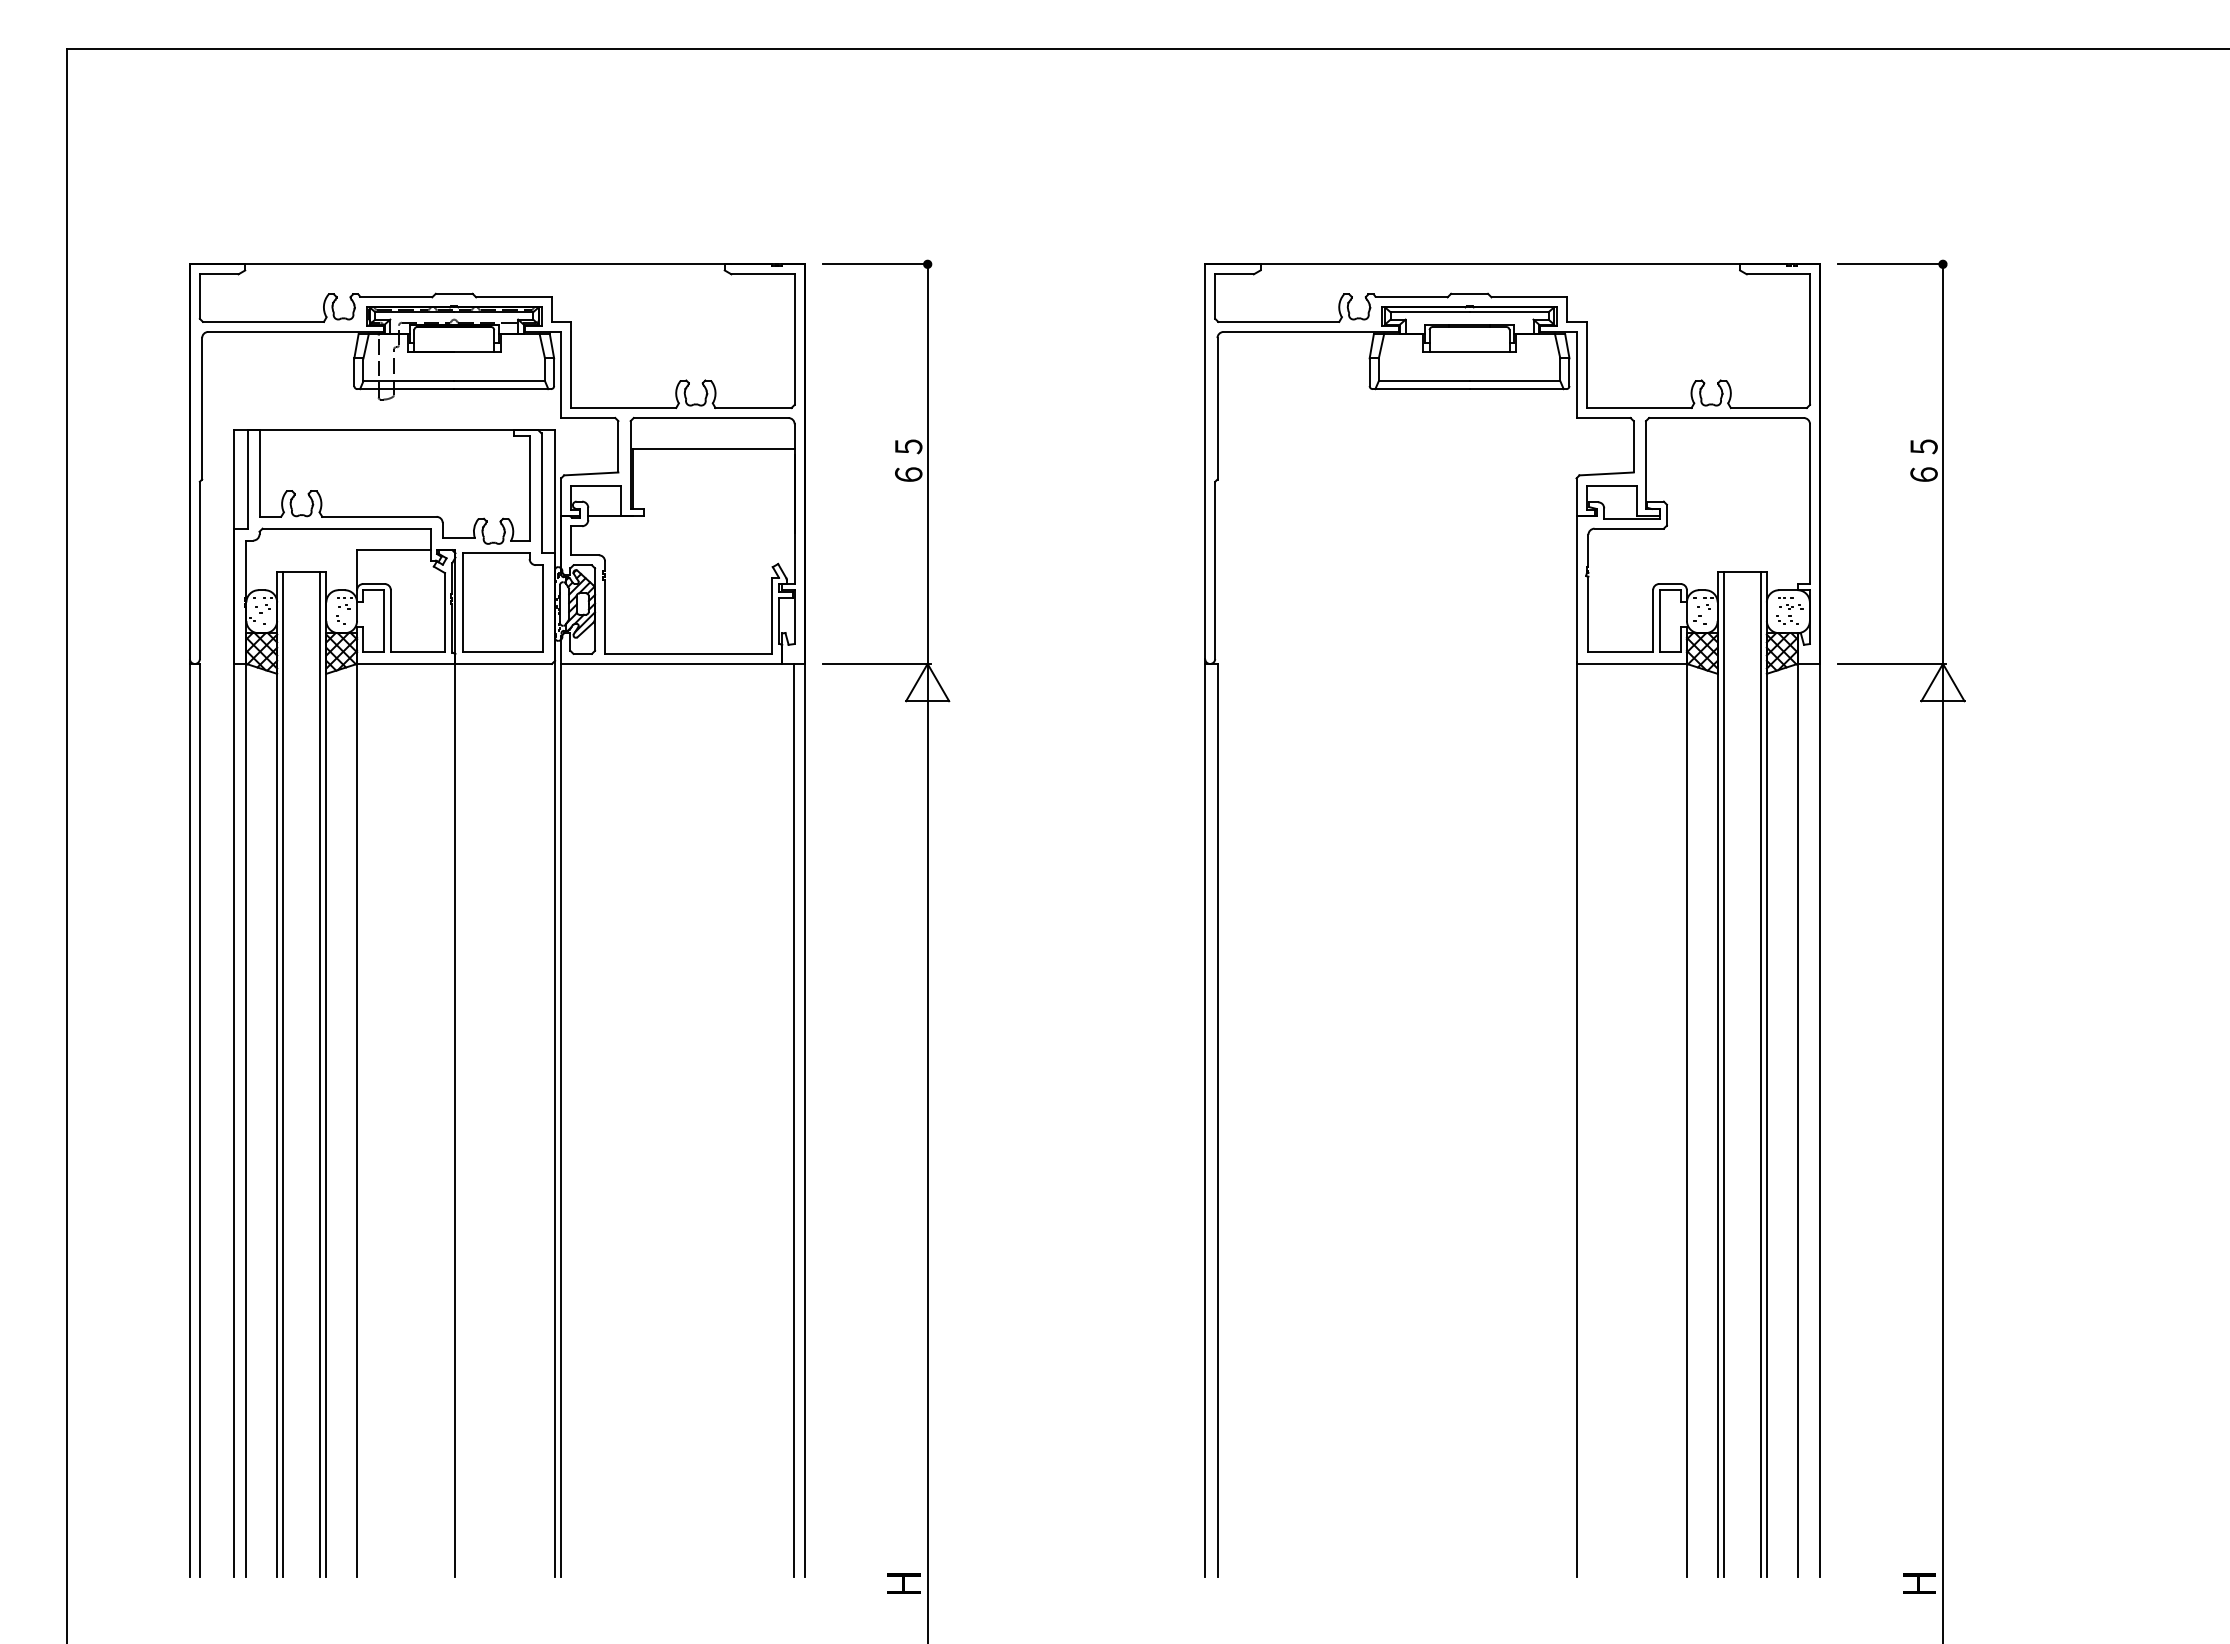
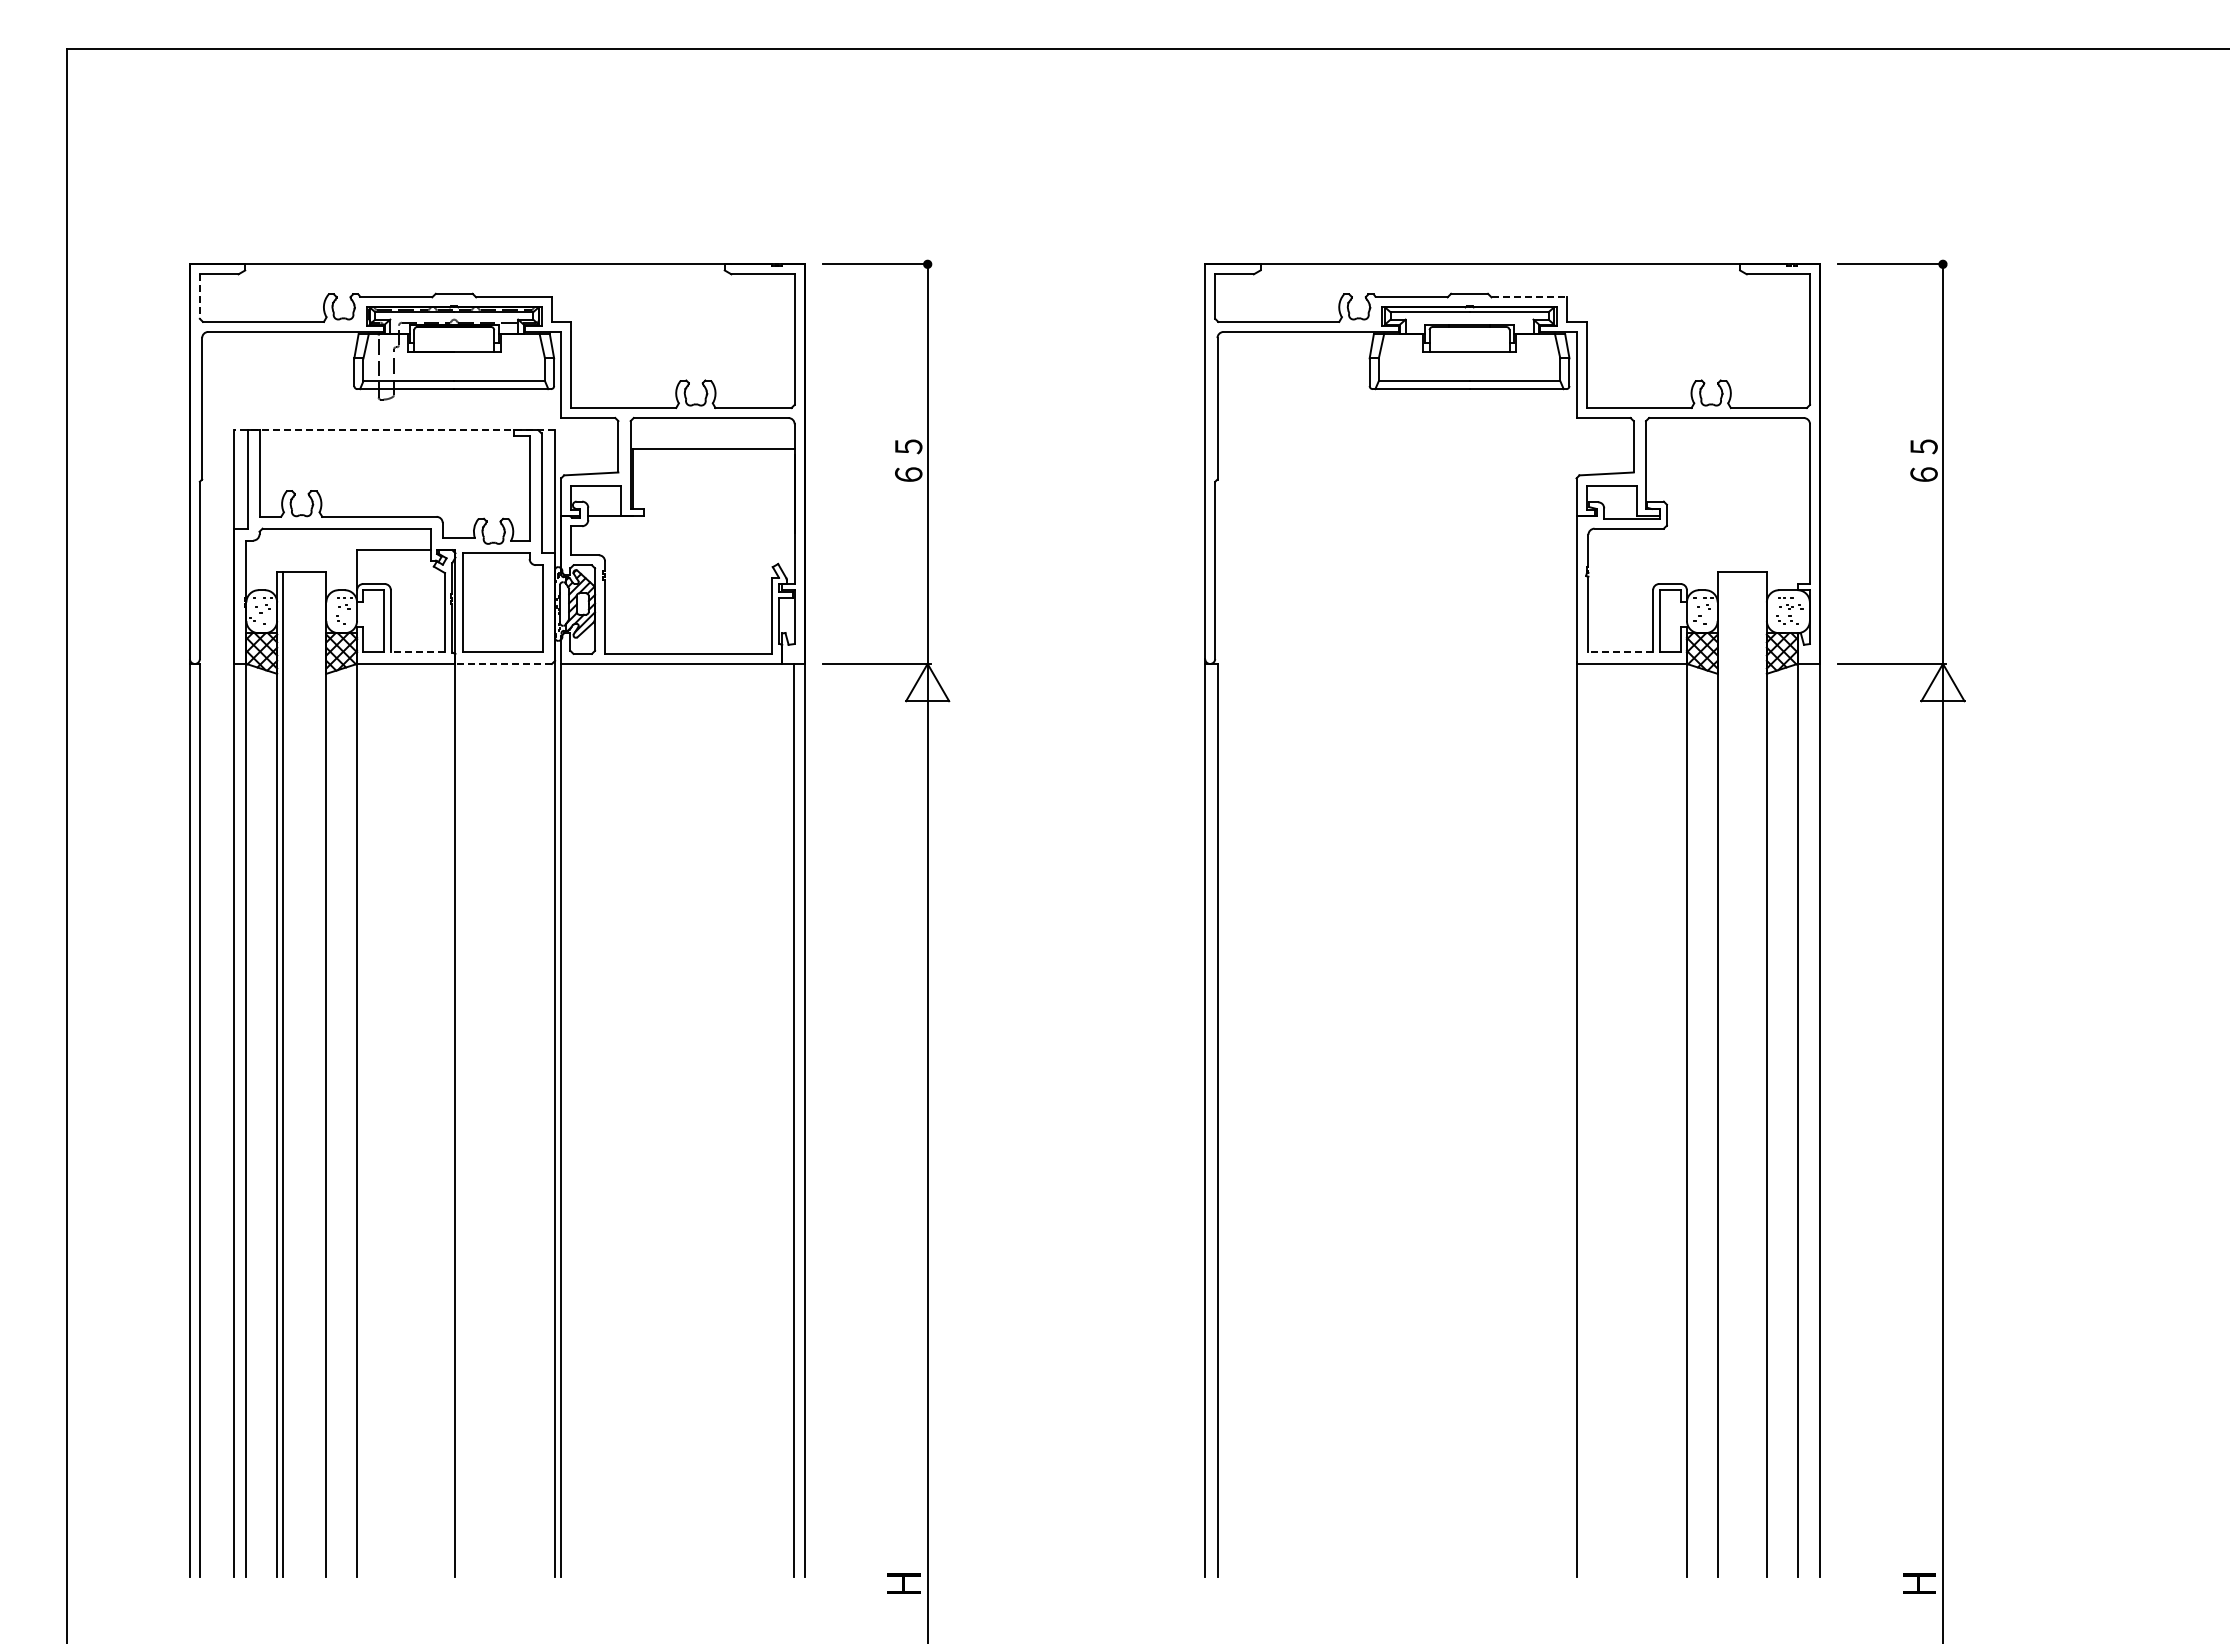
line at (199, 297): solid -> dashed
line at (1529, 297): solid -> dashed
line at (394, 430): solid -> dashed
line at (417, 652): solid -> dashed
line at (1620, 652): solid -> dashed
line at (503, 663): solid -> dashed
line at (320, 1073): present -> none
line at (1723, 1073): present -> none
line at (1760, 1073): present -> none
